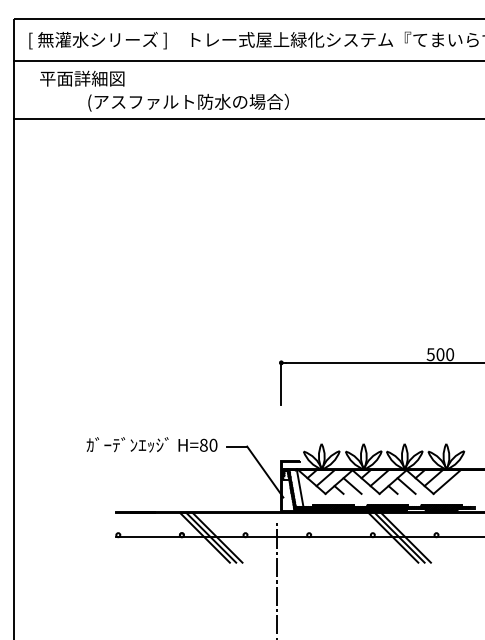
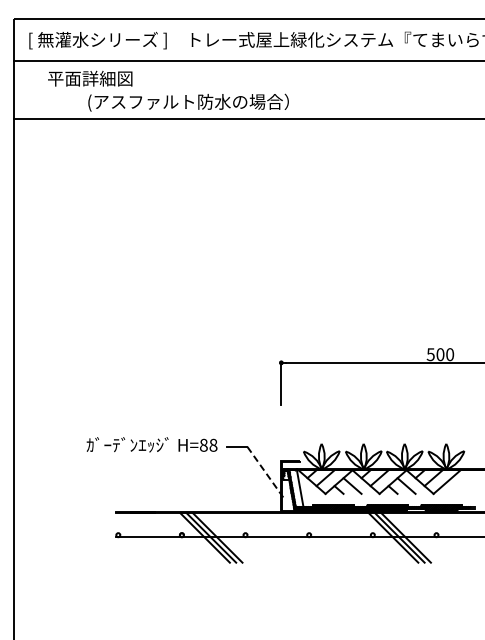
text at (82, 78) position: (82, 78) -> (90, 78)
text at (213, 445): H=80 -> H=88
line at (264, 471): solid -> dashed
line at (276, 579): present -> none
